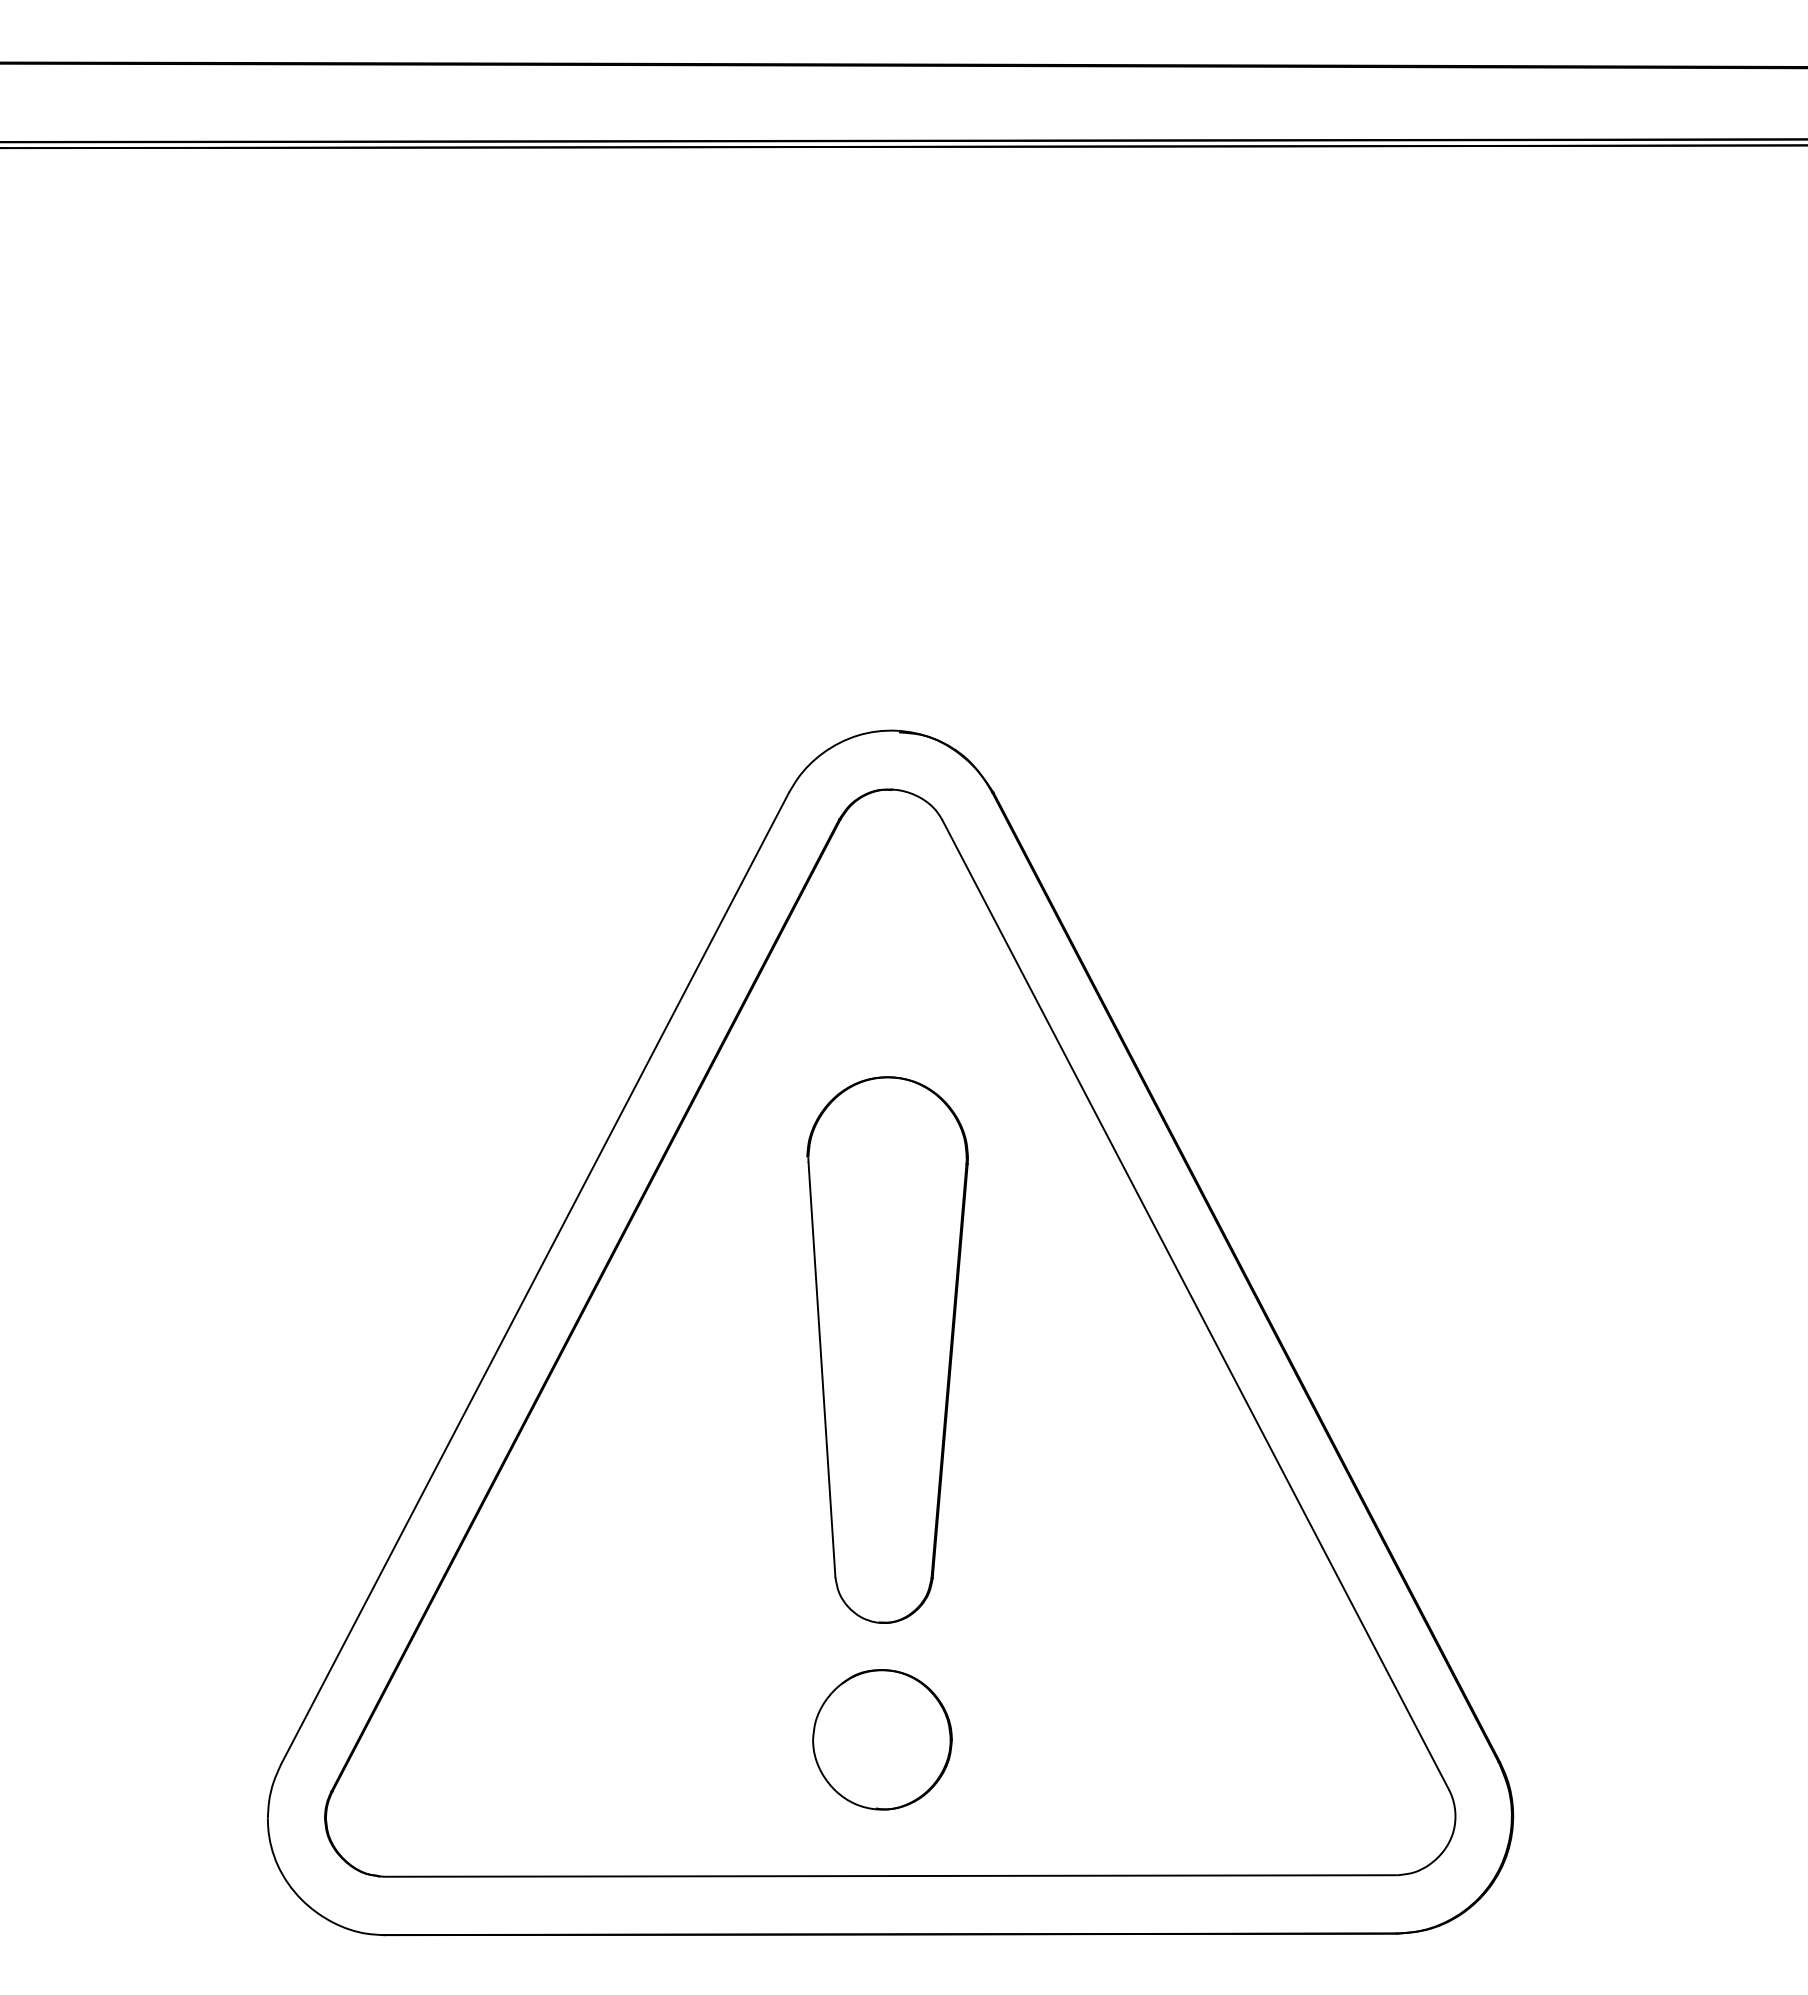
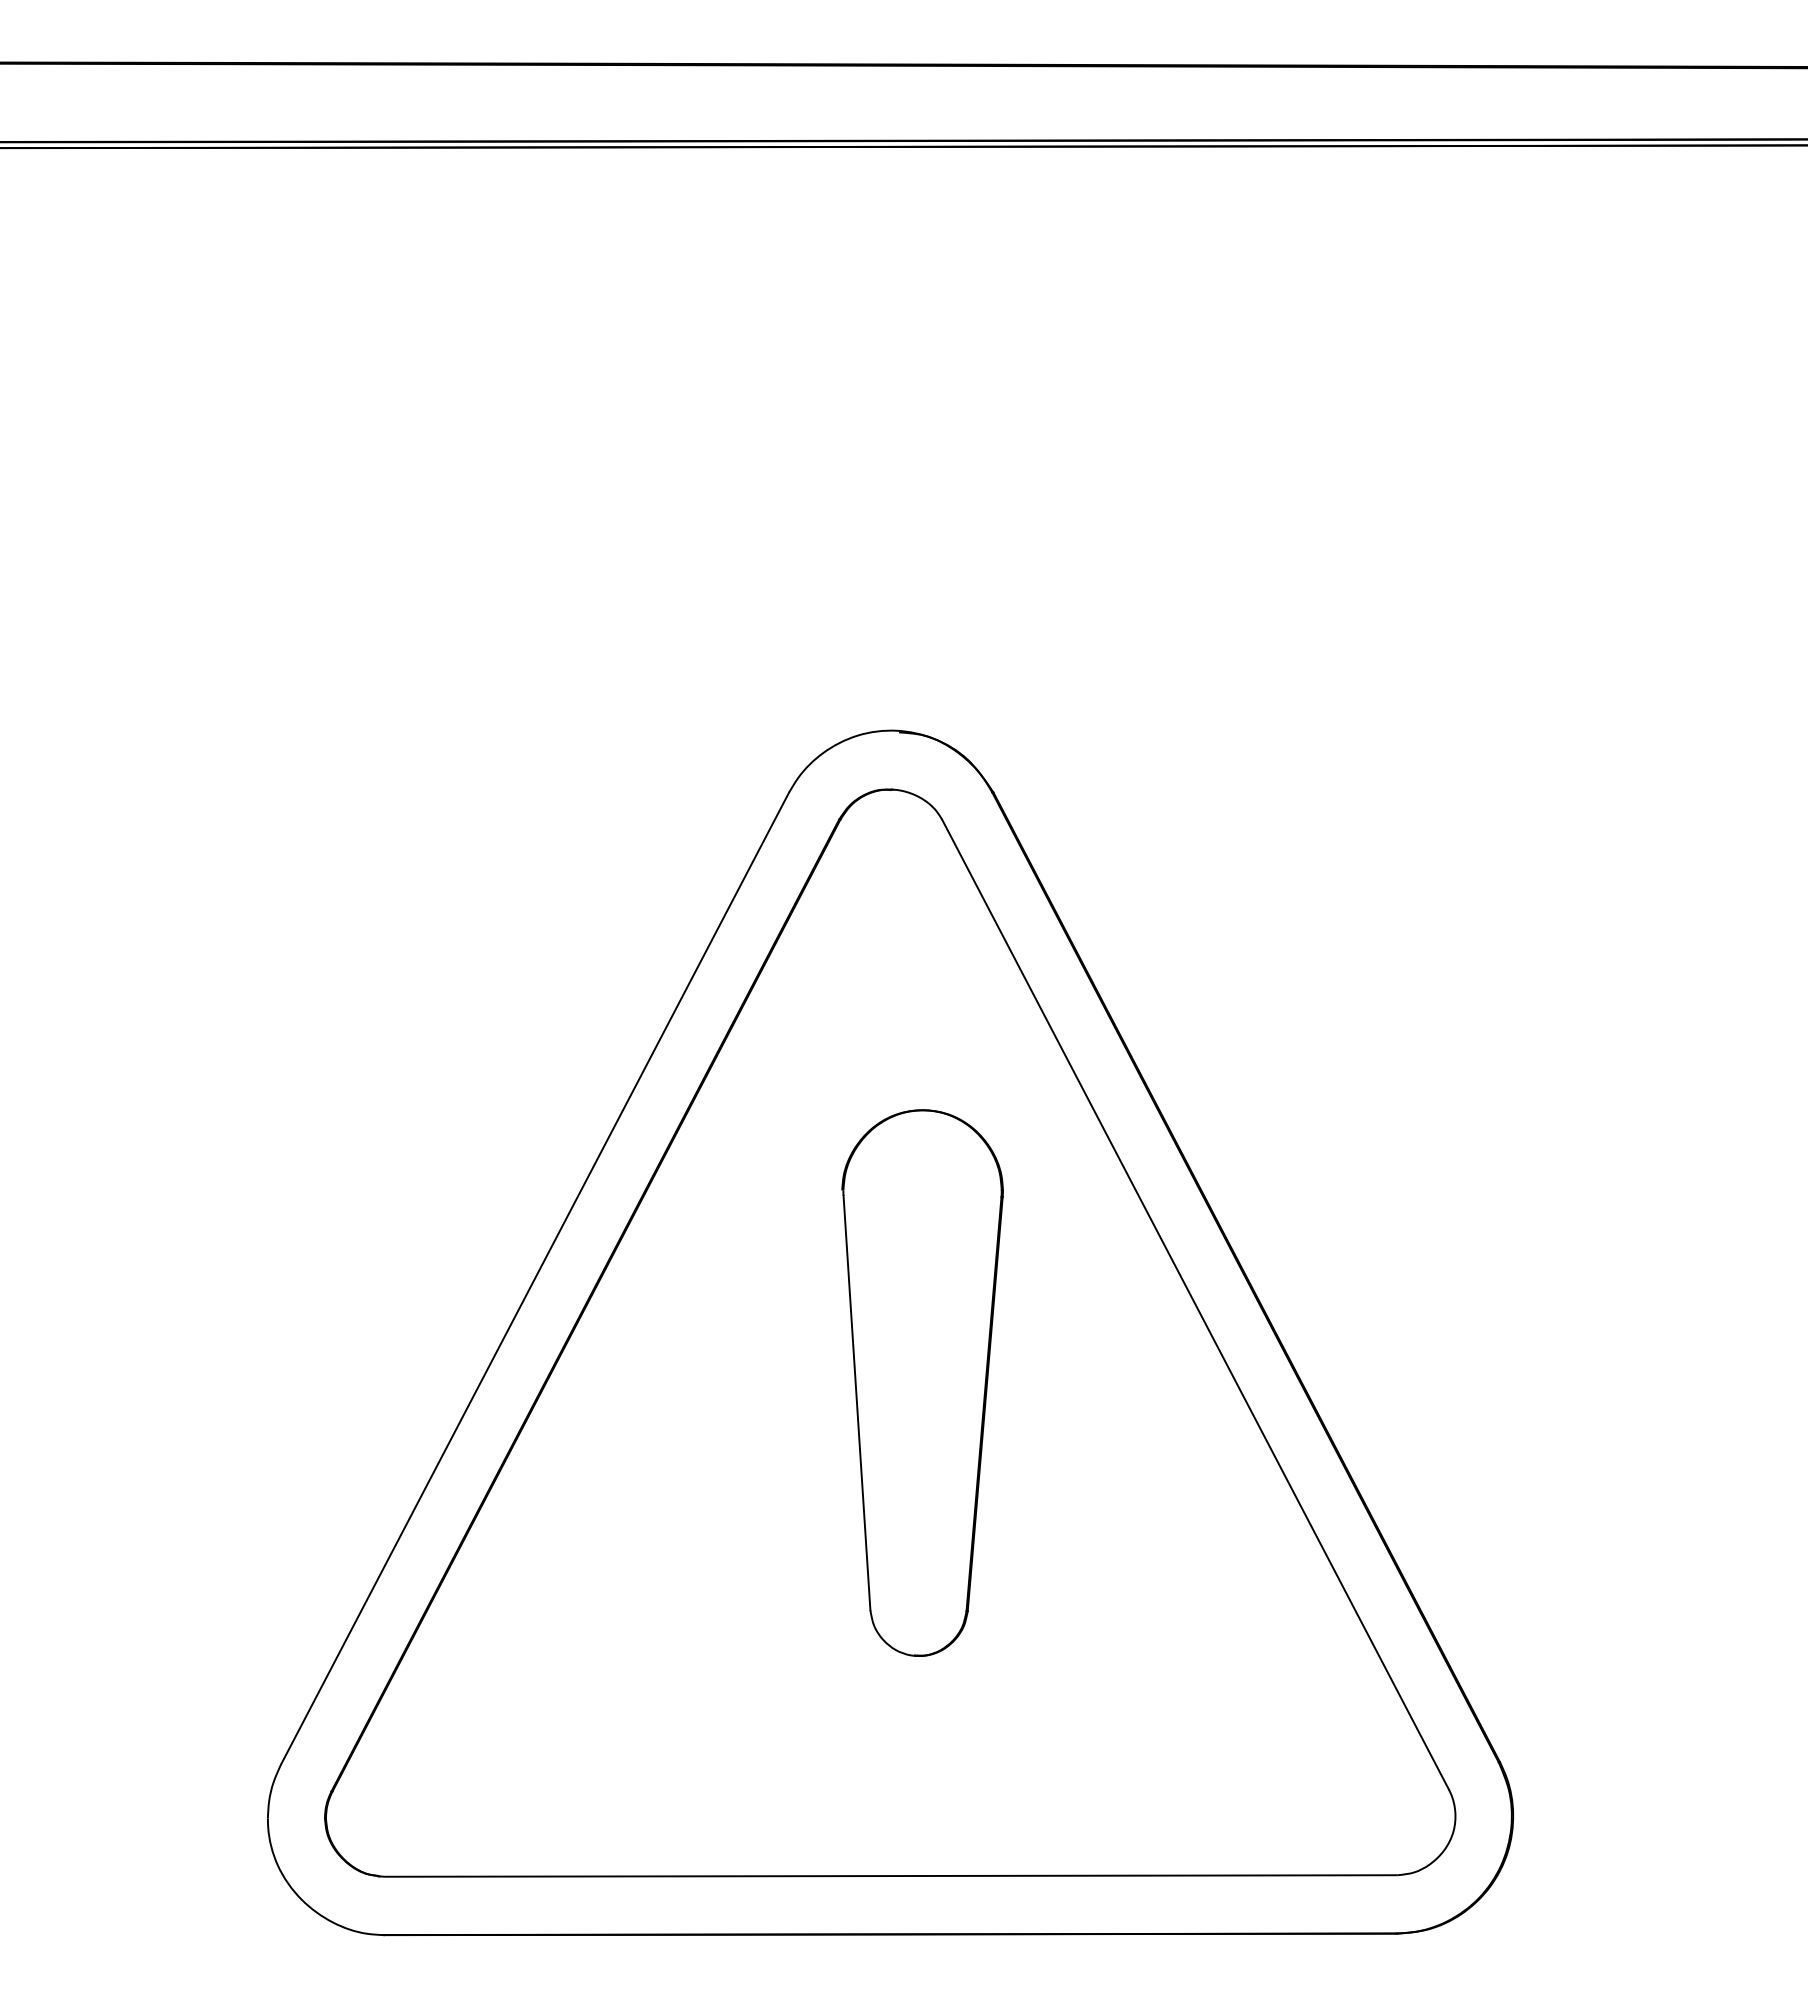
part at (887, 1349) position: (887, 1349) -> (922, 1382)
part at (882, 1739): present -> none
